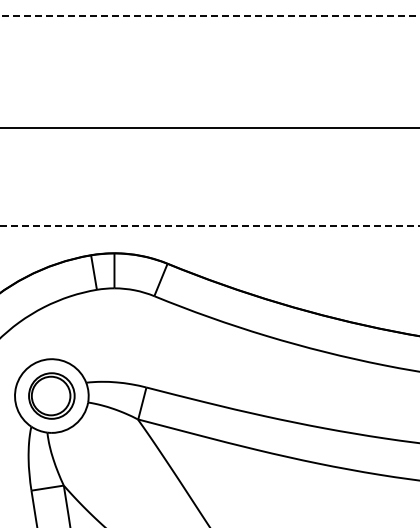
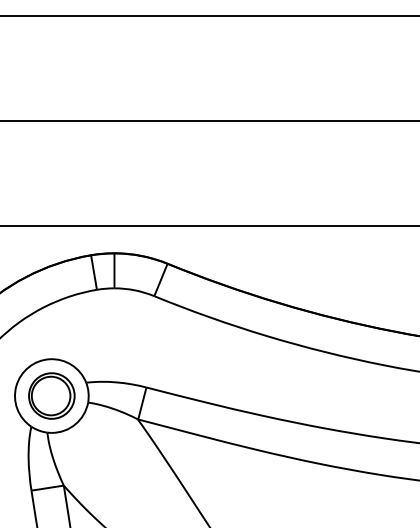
line at (210, 15): dashed -> solid
line at (209, 128) position: (209, 128) -> (209, 121)
line at (209, 226): dashed -> solid
